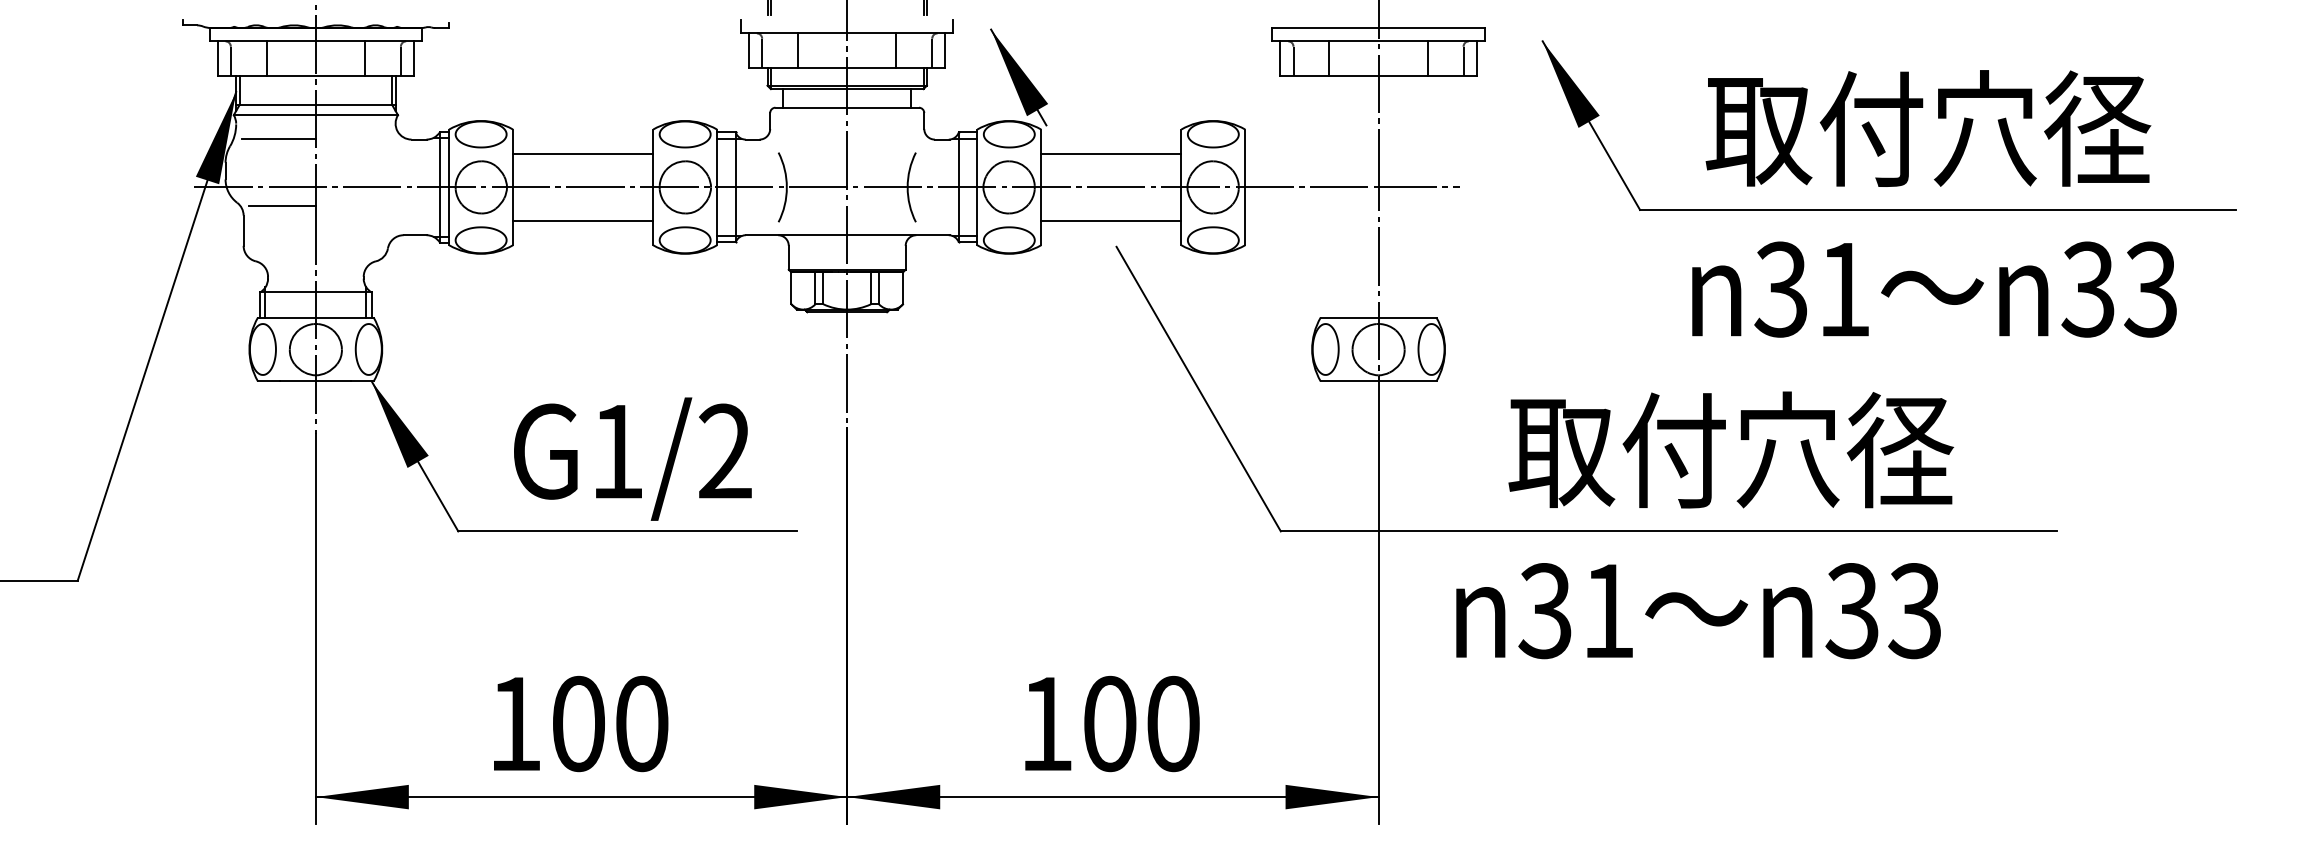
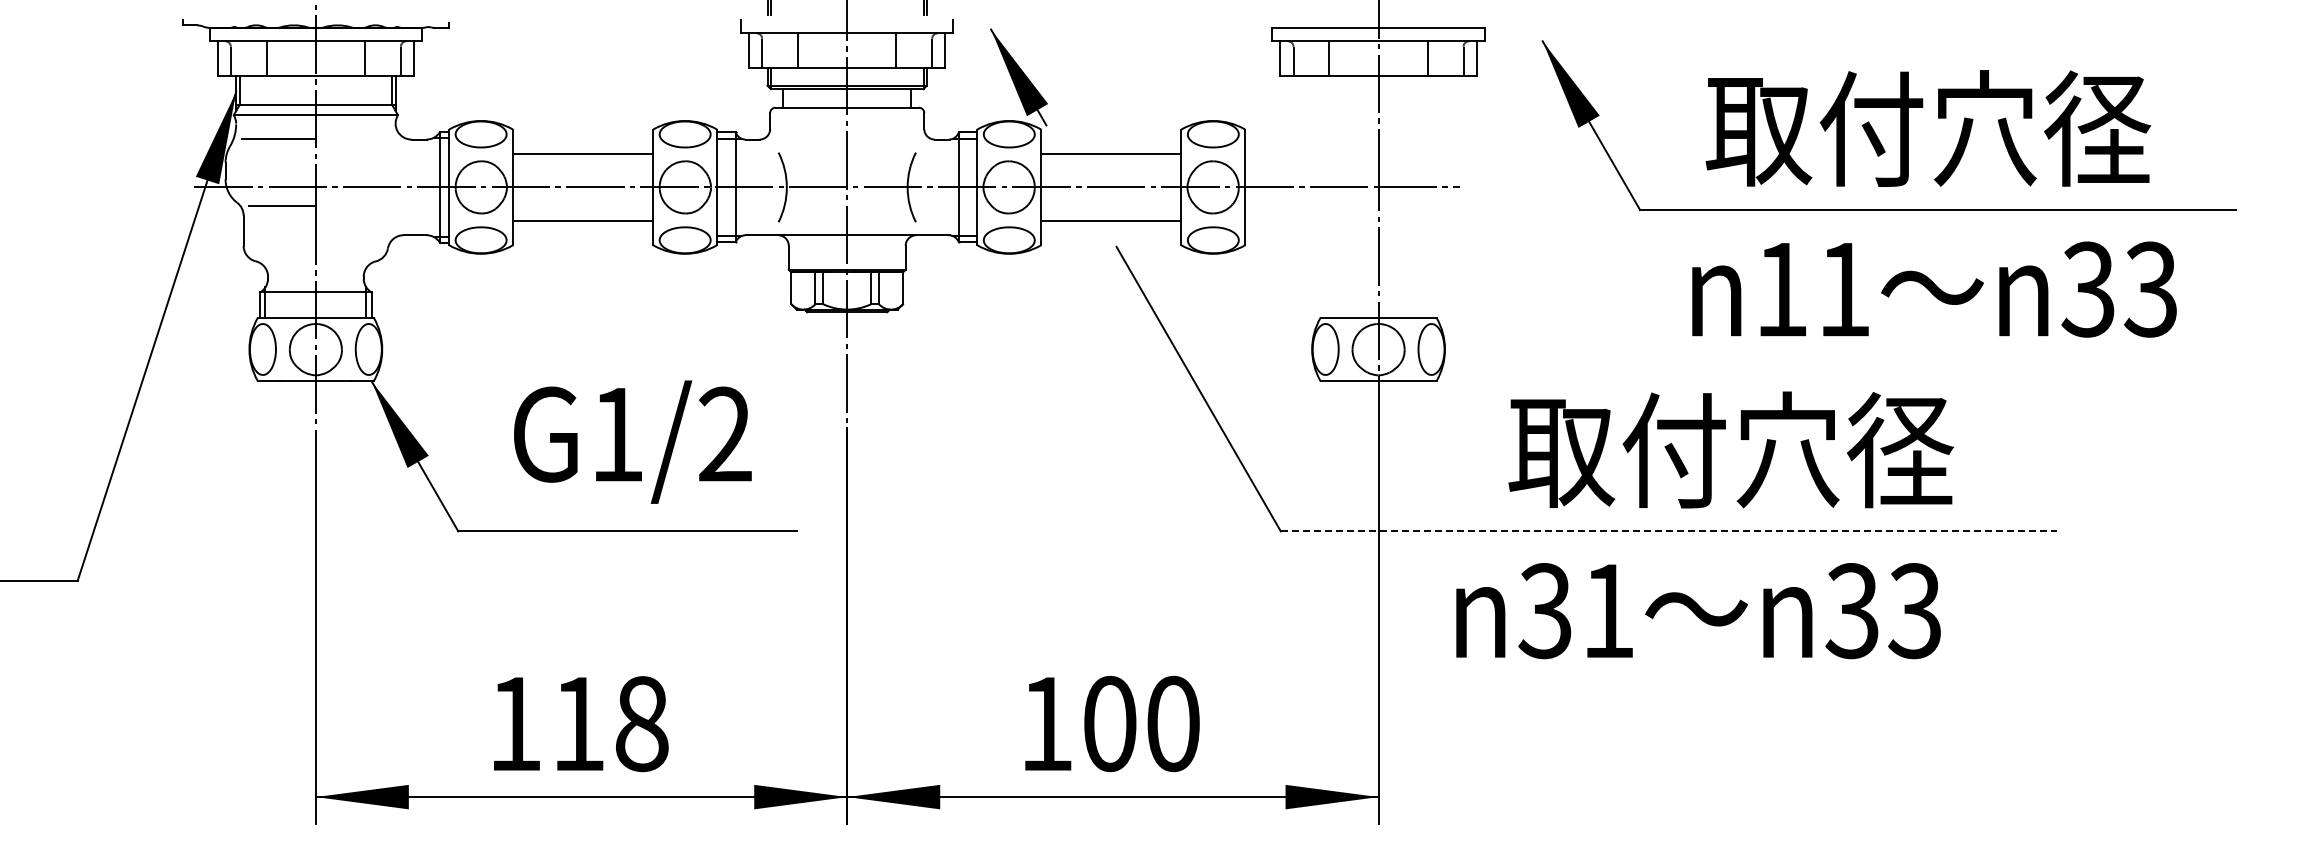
text at (1780, 289): 31 -> 11
text at (632, 458) position: (632, 458) -> (632, 441)
line at (1669, 531): solid -> dashed
text at (610, 723): 100 -> 118
